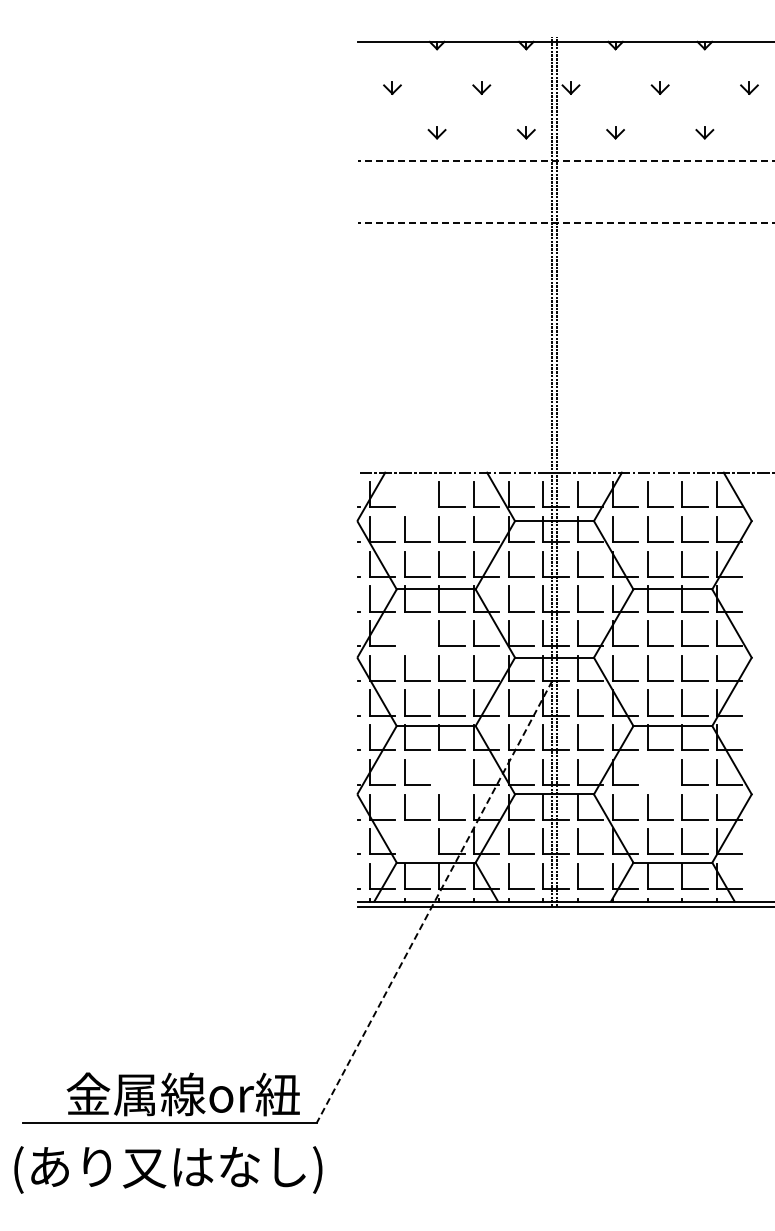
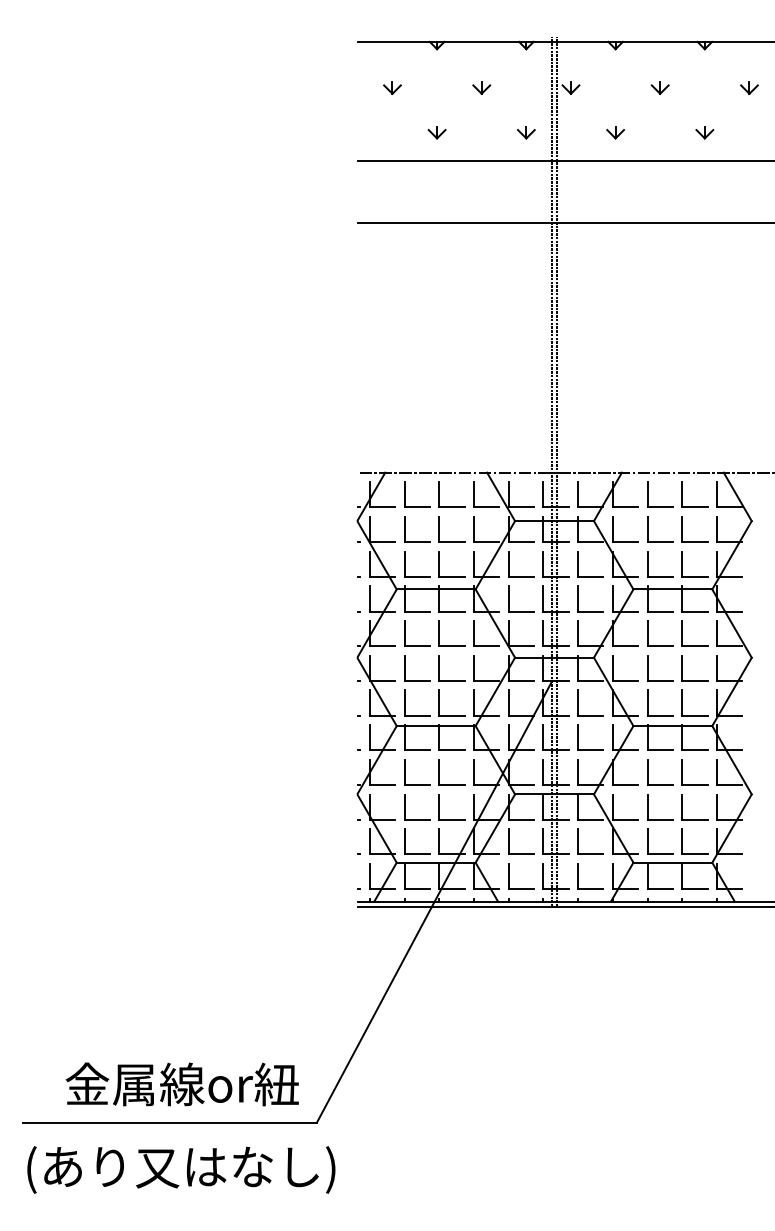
line at (565, 161): dashed -> solid
line at (565, 223): dashed -> solid
part at (405, 494): none -> present
part at (405, 633): none -> present
part at (439, 772): none -> present
part at (648, 772): none -> present
part at (405, 841): none -> present
line at (434, 902): dashed -> solid
text at (182, 1094) position: (182, 1094) -> (181, 1084)
text at (168, 1169) position: (168, 1169) -> (181, 1169)
